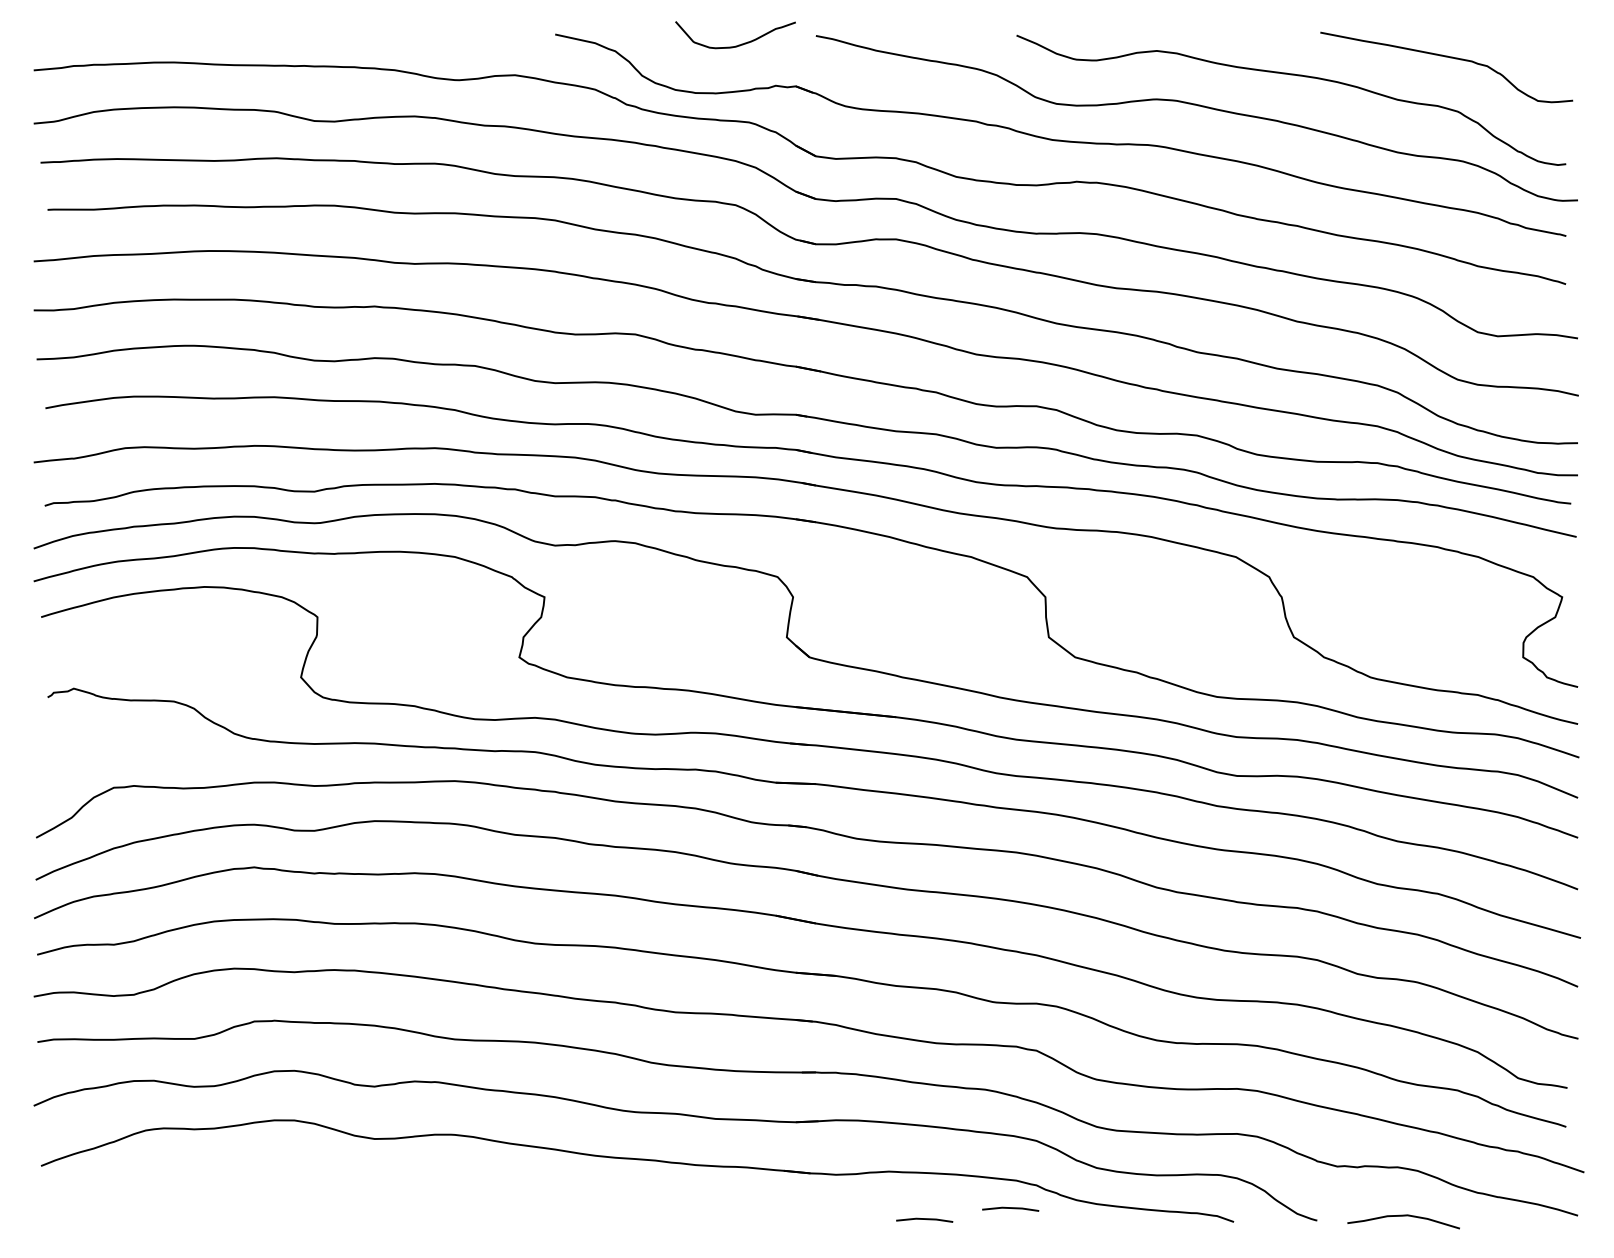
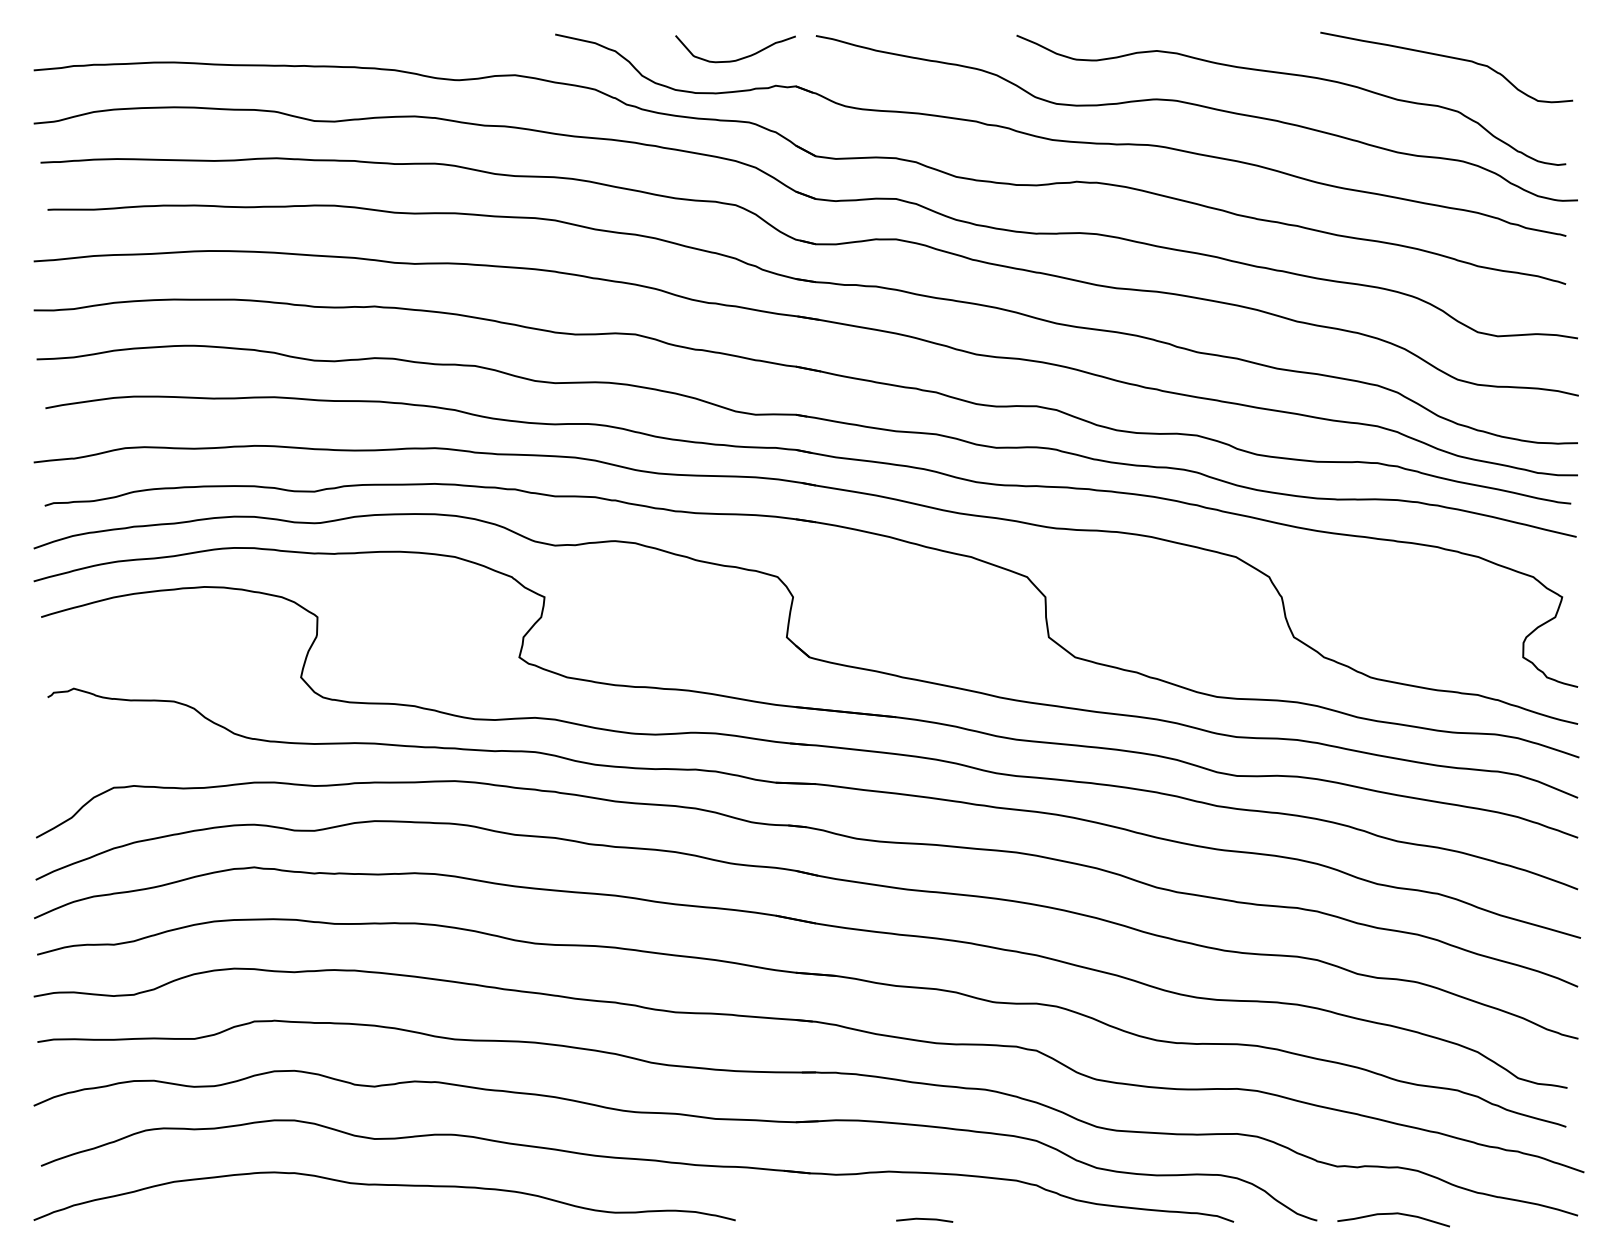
curve at (738, 44) position: (738, 44) -> (738, 58)
curve at (384, 1185): none -> present
line at (1010, 1208): present -> none
curve at (1403, 1216) position: (1403, 1216) -> (1393, 1214)
